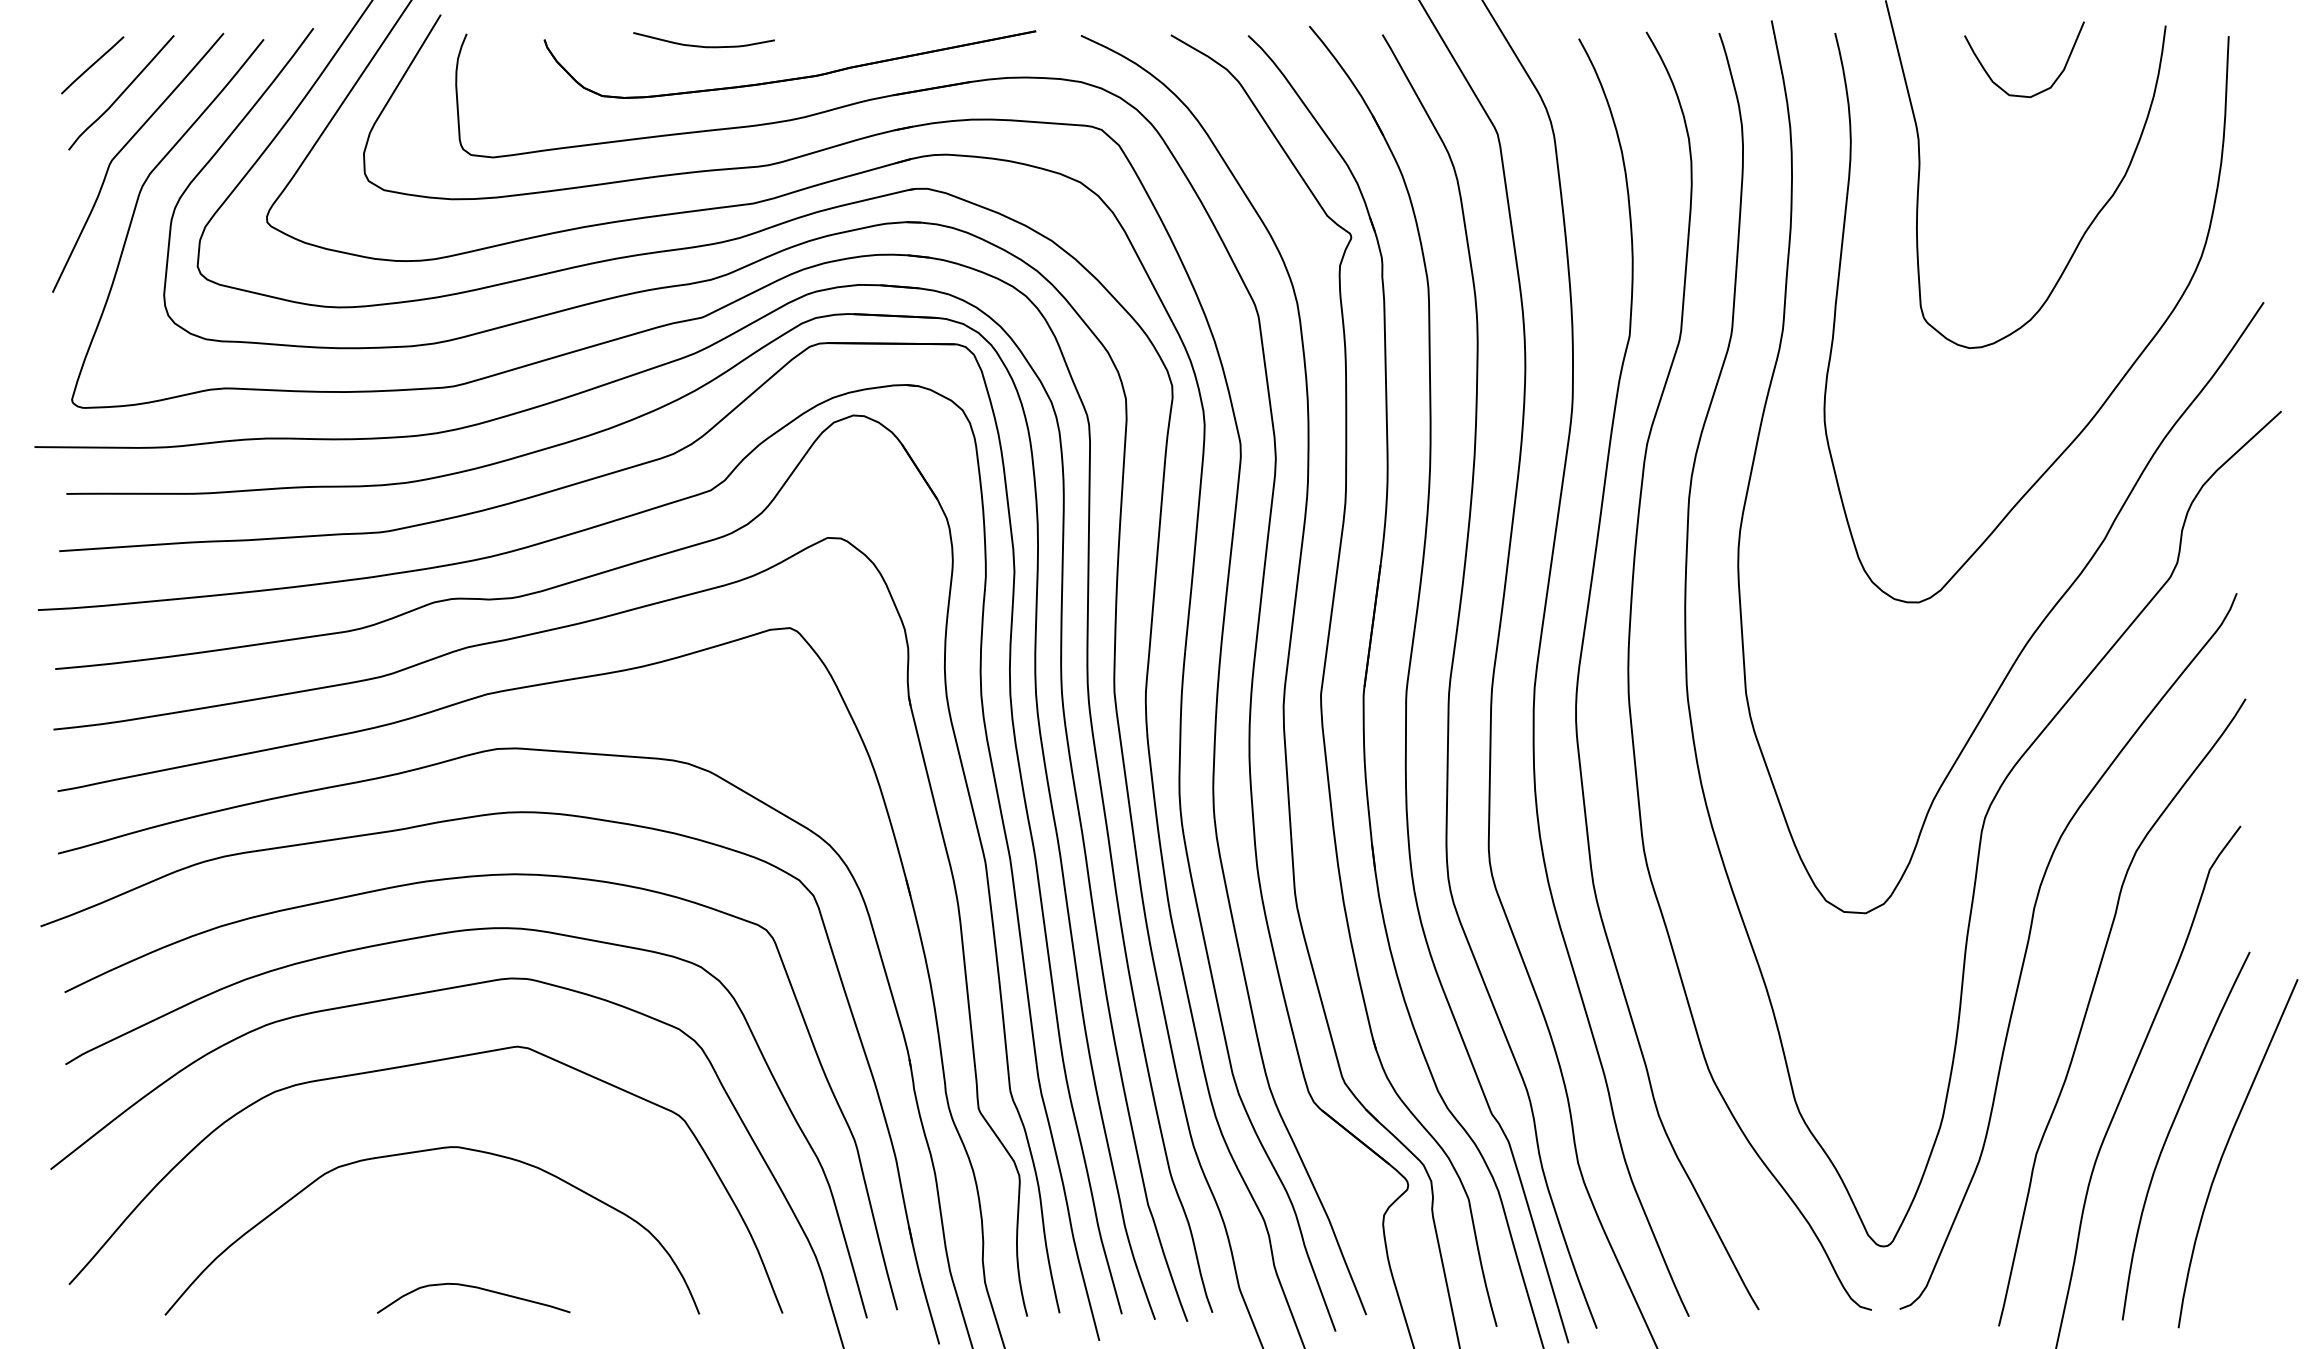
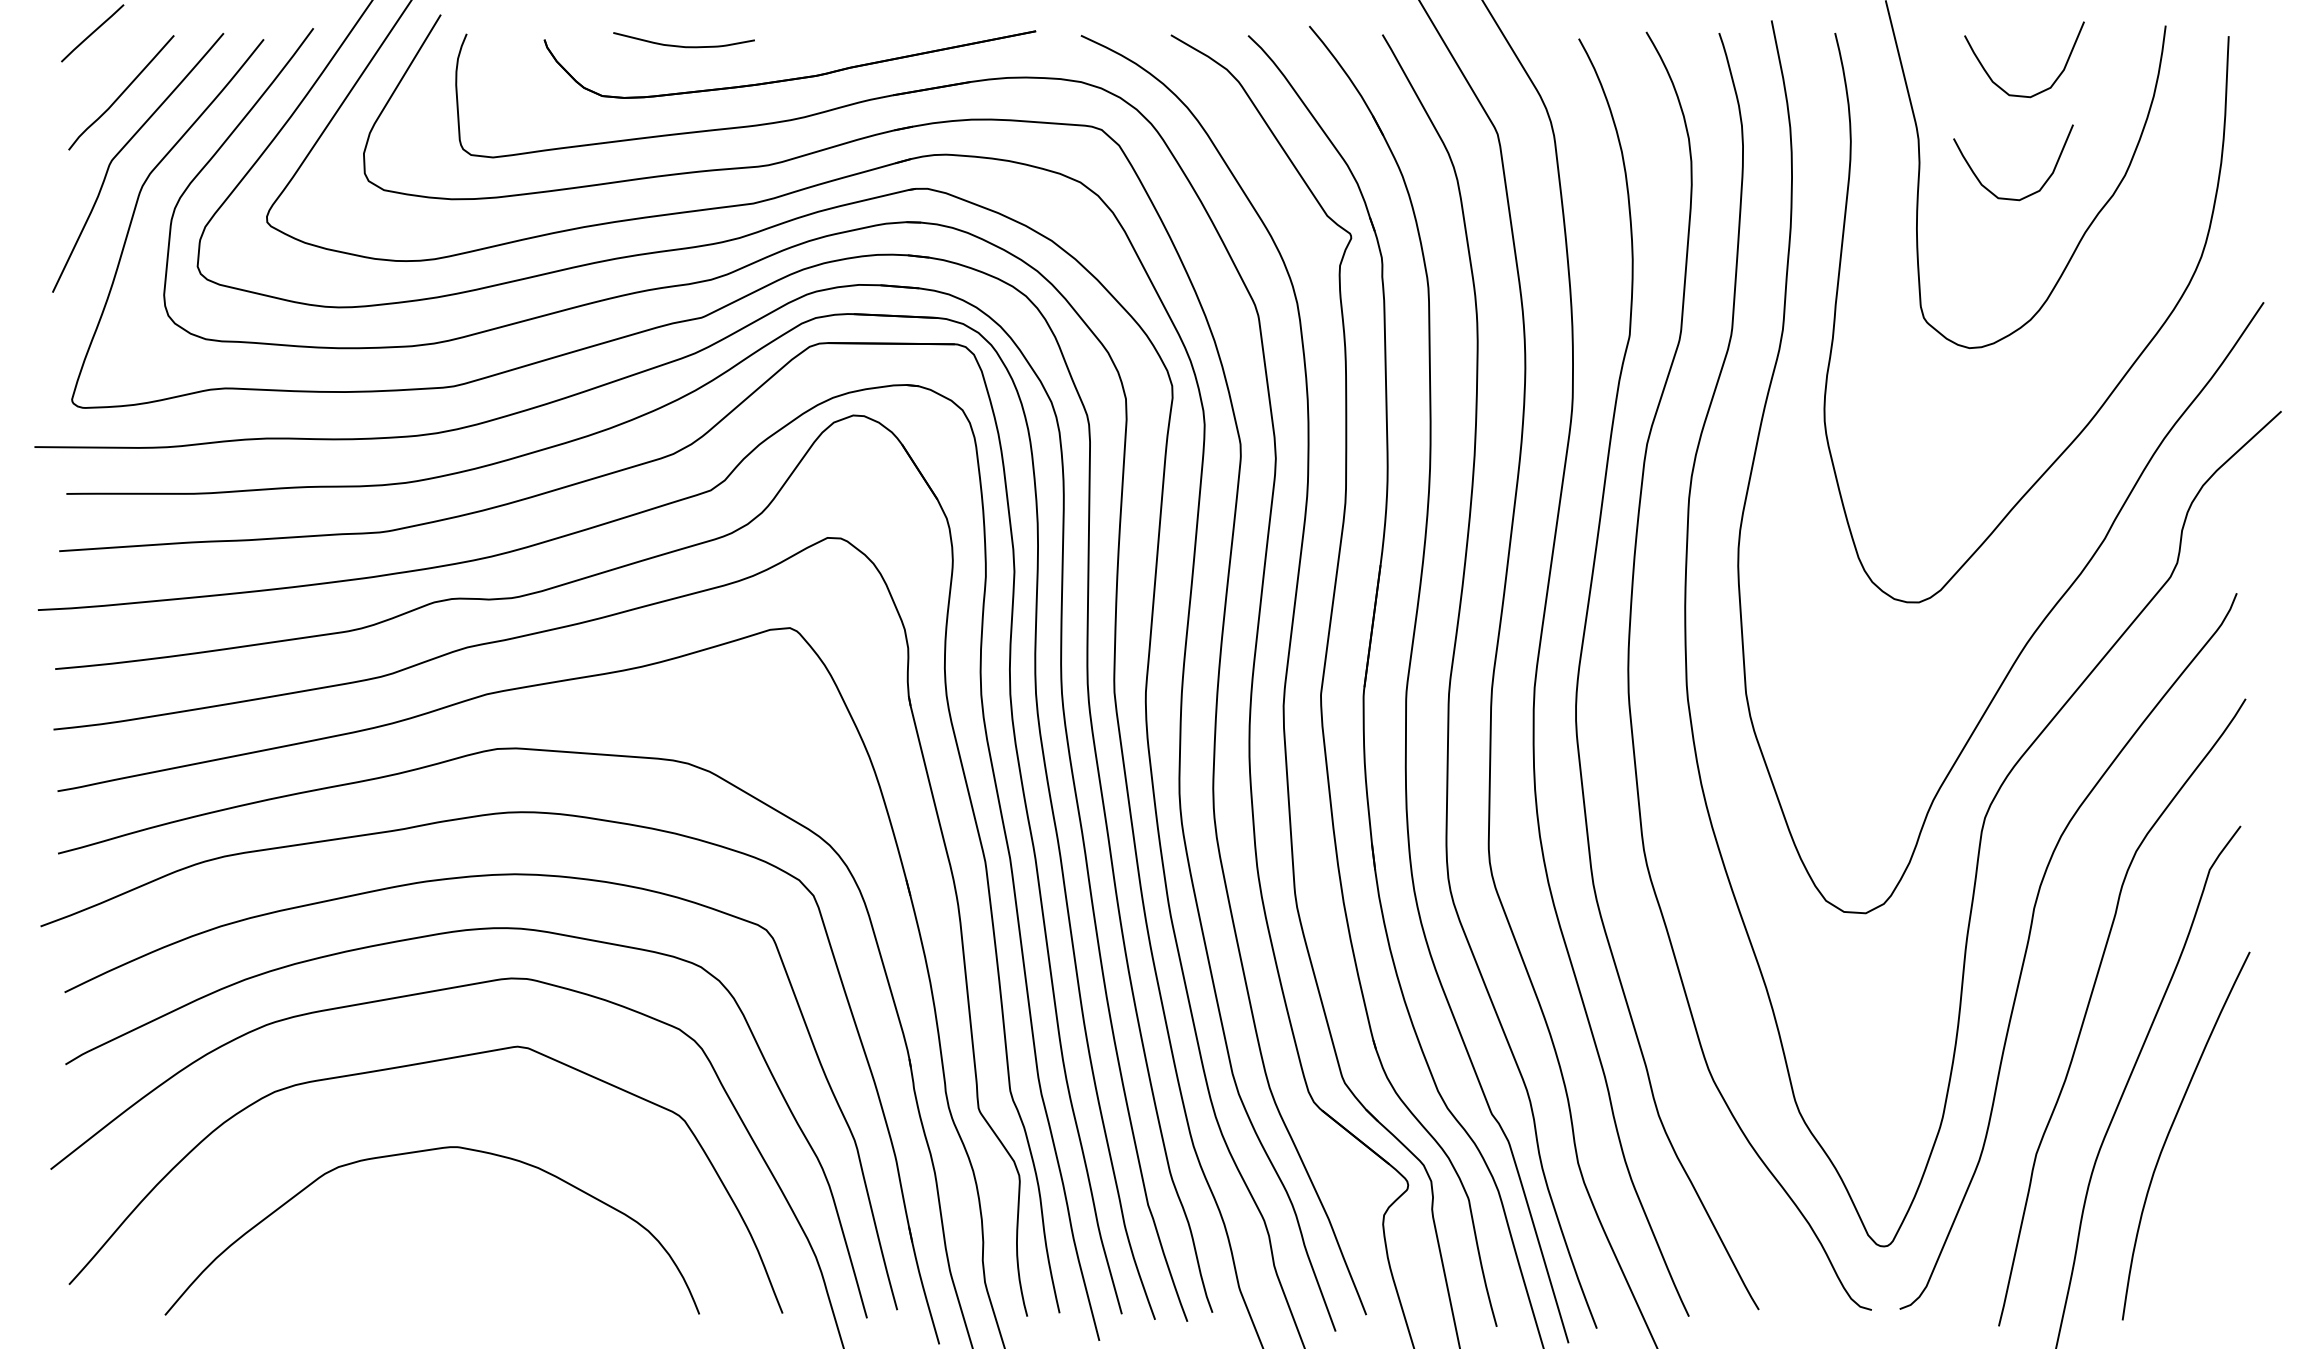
curve at (701, 45) position: (701, 45) -> (681, 45)
line at (92, 65) position: (92, 65) -> (92, 33)
curve at (2026, 195): none -> present
curve at (2226, 1148): present -> none
curve at (475, 1288): present -> none
